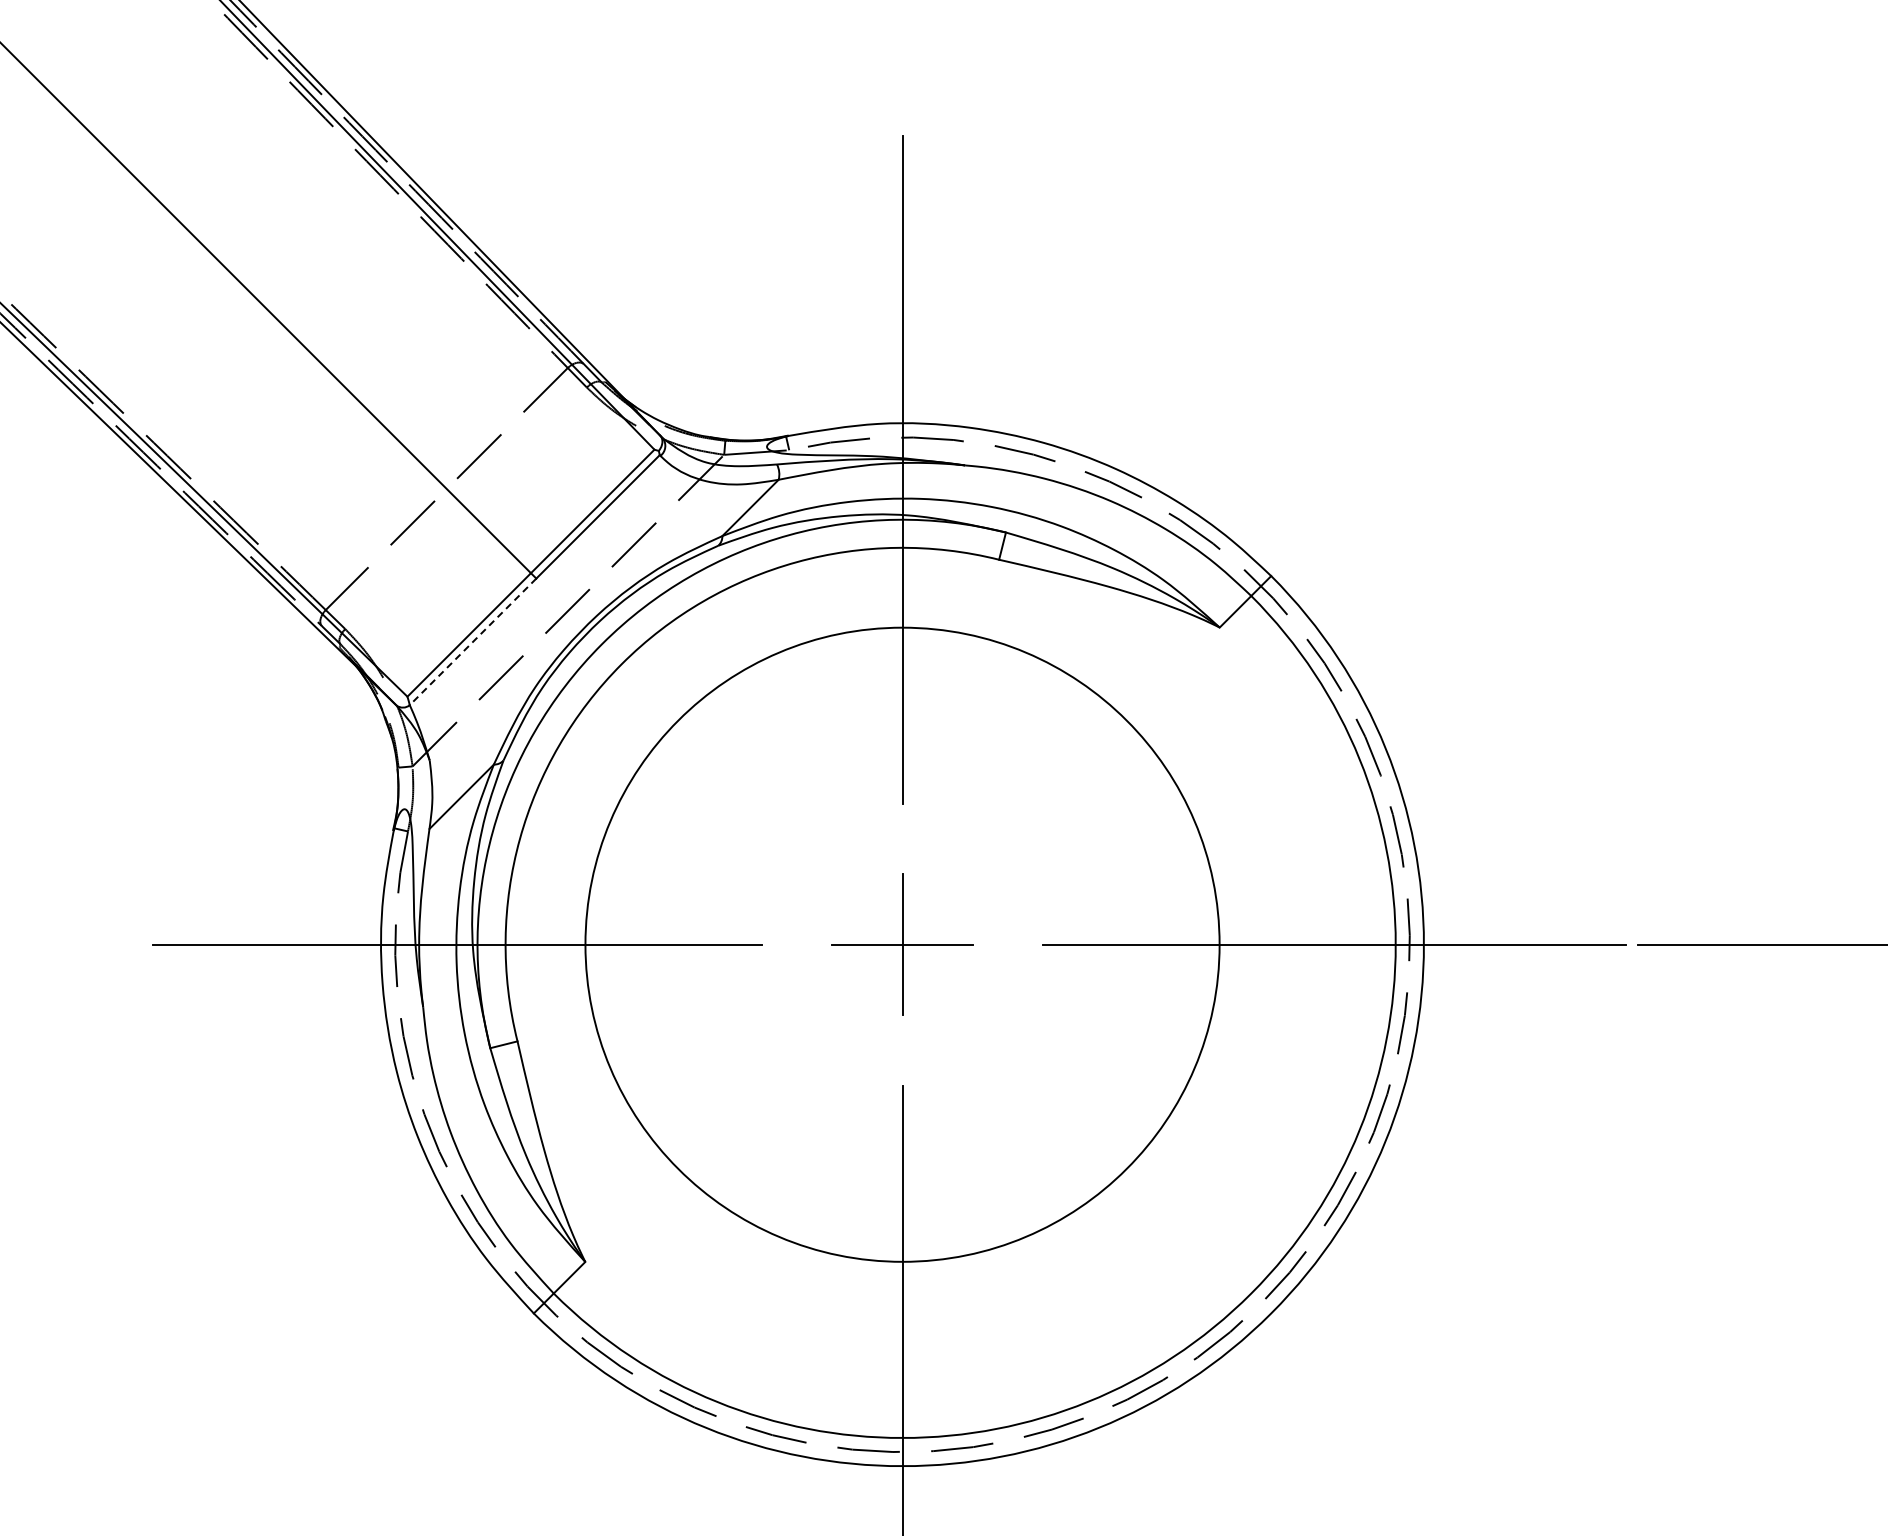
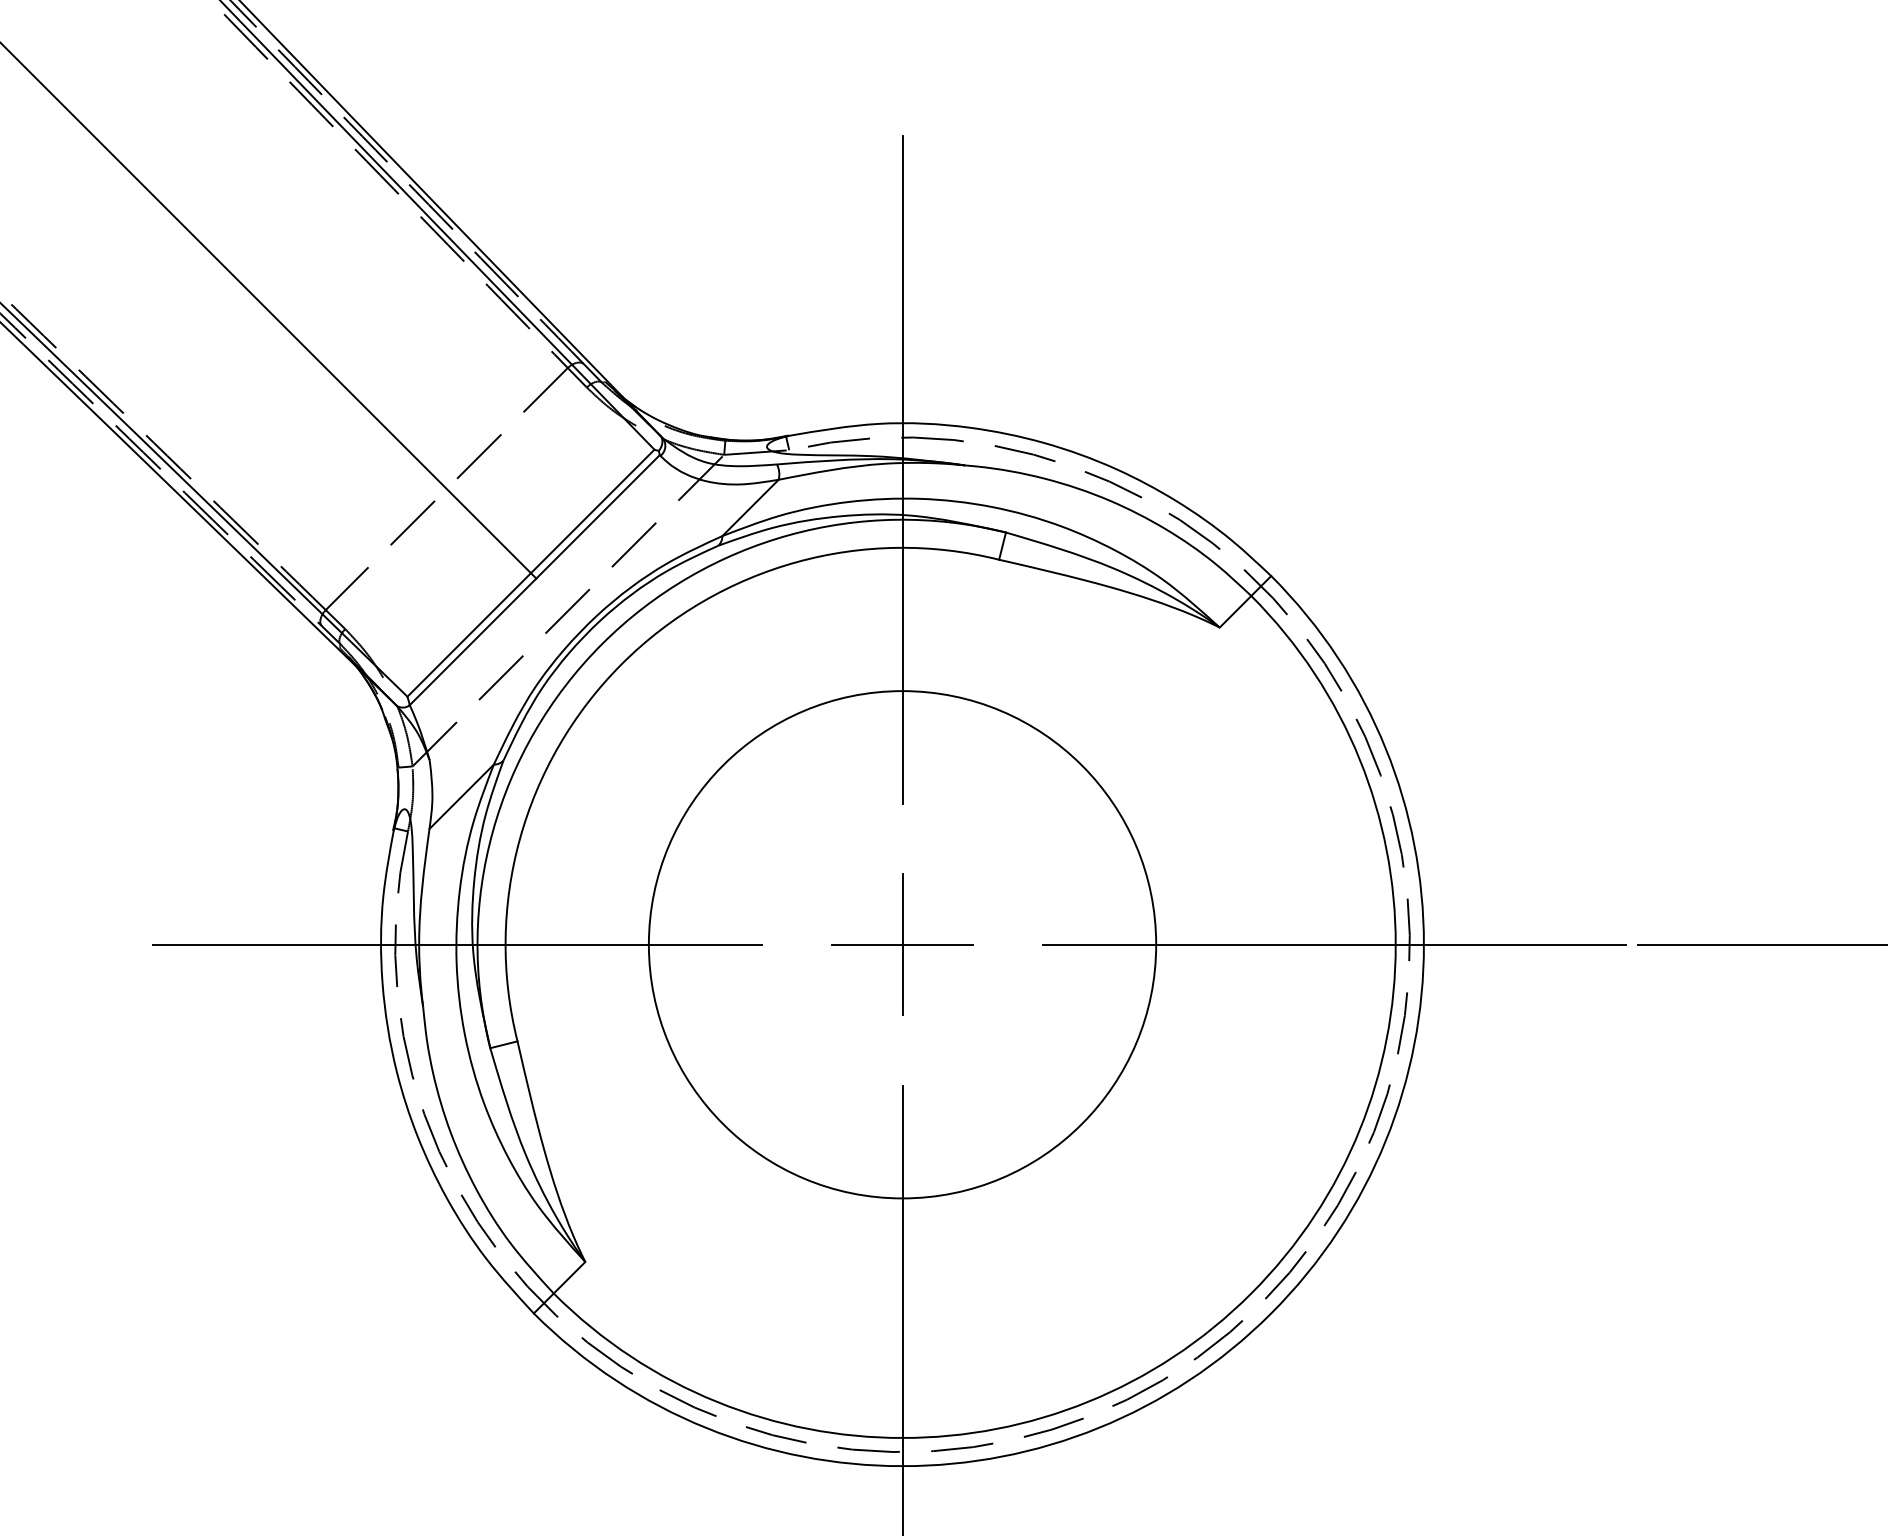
line at (472, 642): dashed -> solid
circle at (902, 944) diameter: 634 px -> 507 px
